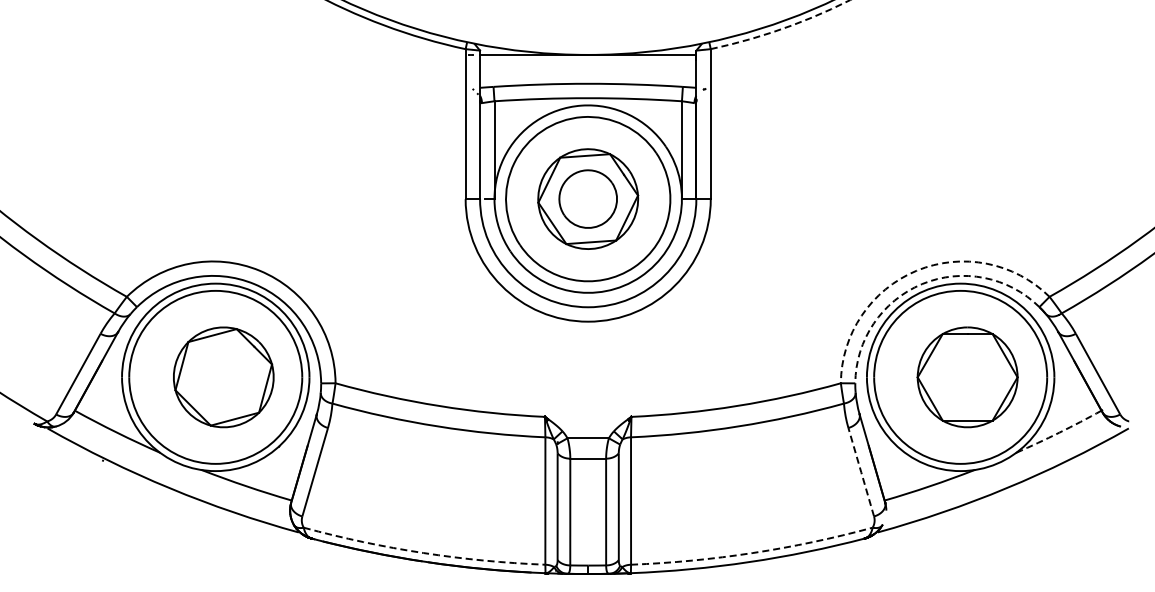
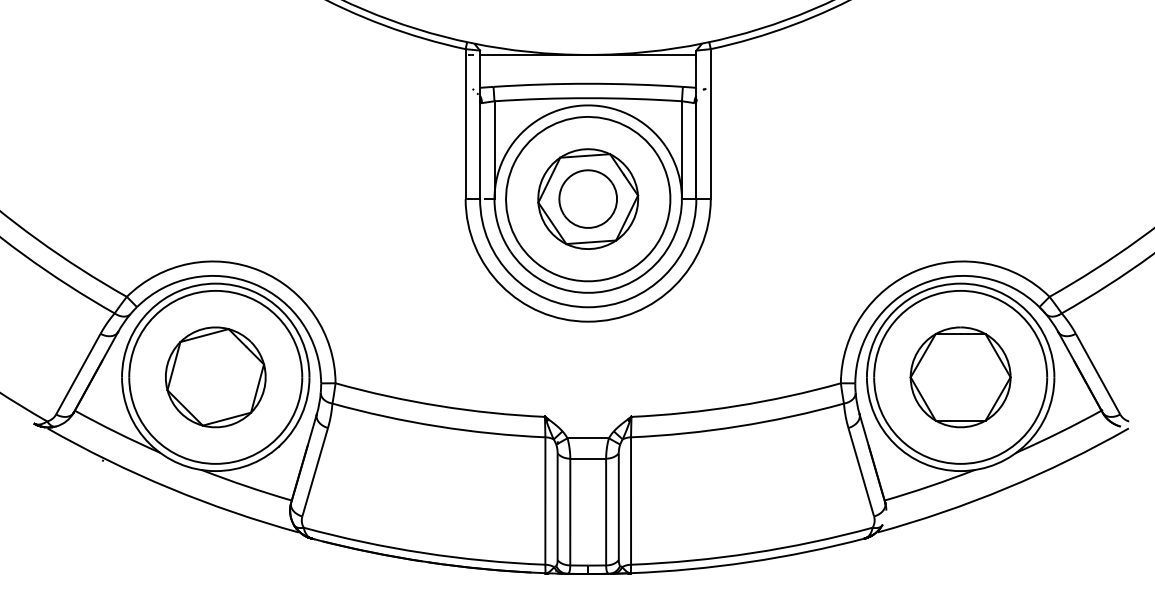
arc at (782, 28): dashed -> solid
arc at (916, 270): dashed -> solid
arc at (922, 284): dashed -> solid
part at (223, 377) position: (223, 377) -> (215, 377)
part at (967, 377) position: (967, 377) -> (960, 377)
arc at (1059, 432): dashed -> solid
line at (861, 472): dashed -> solid
arc at (423, 553): dashed -> solid
arc at (752, 553): dashed -> solid
